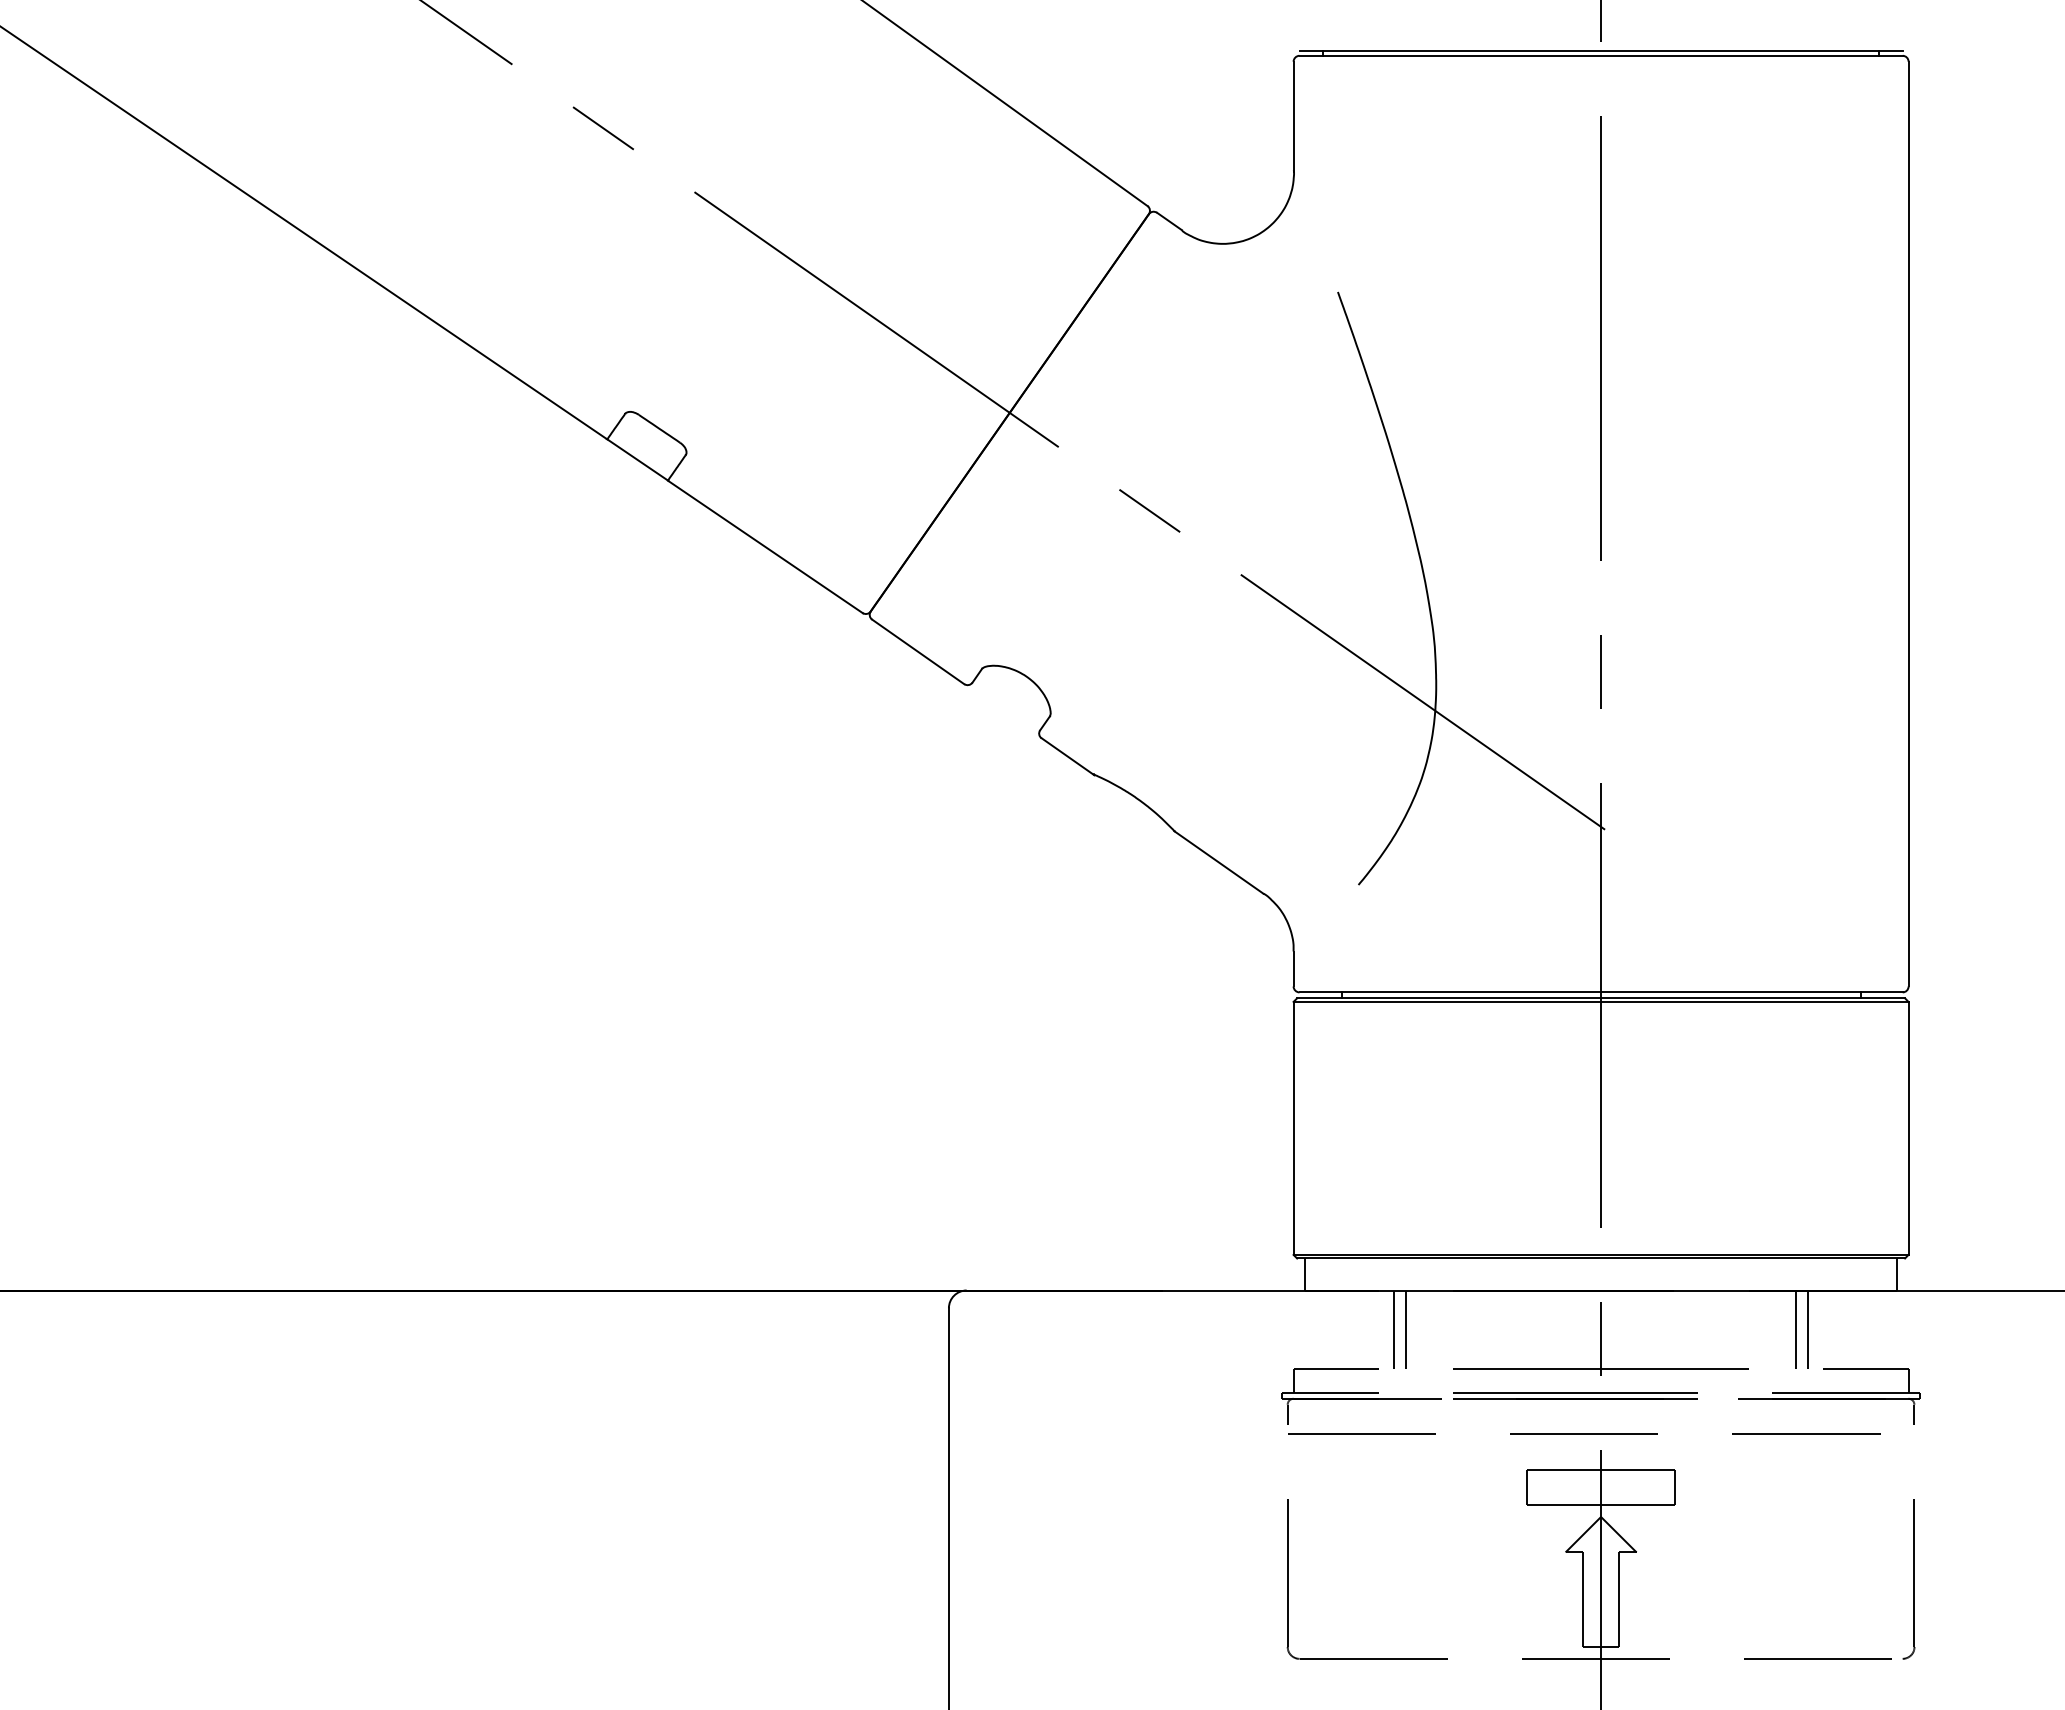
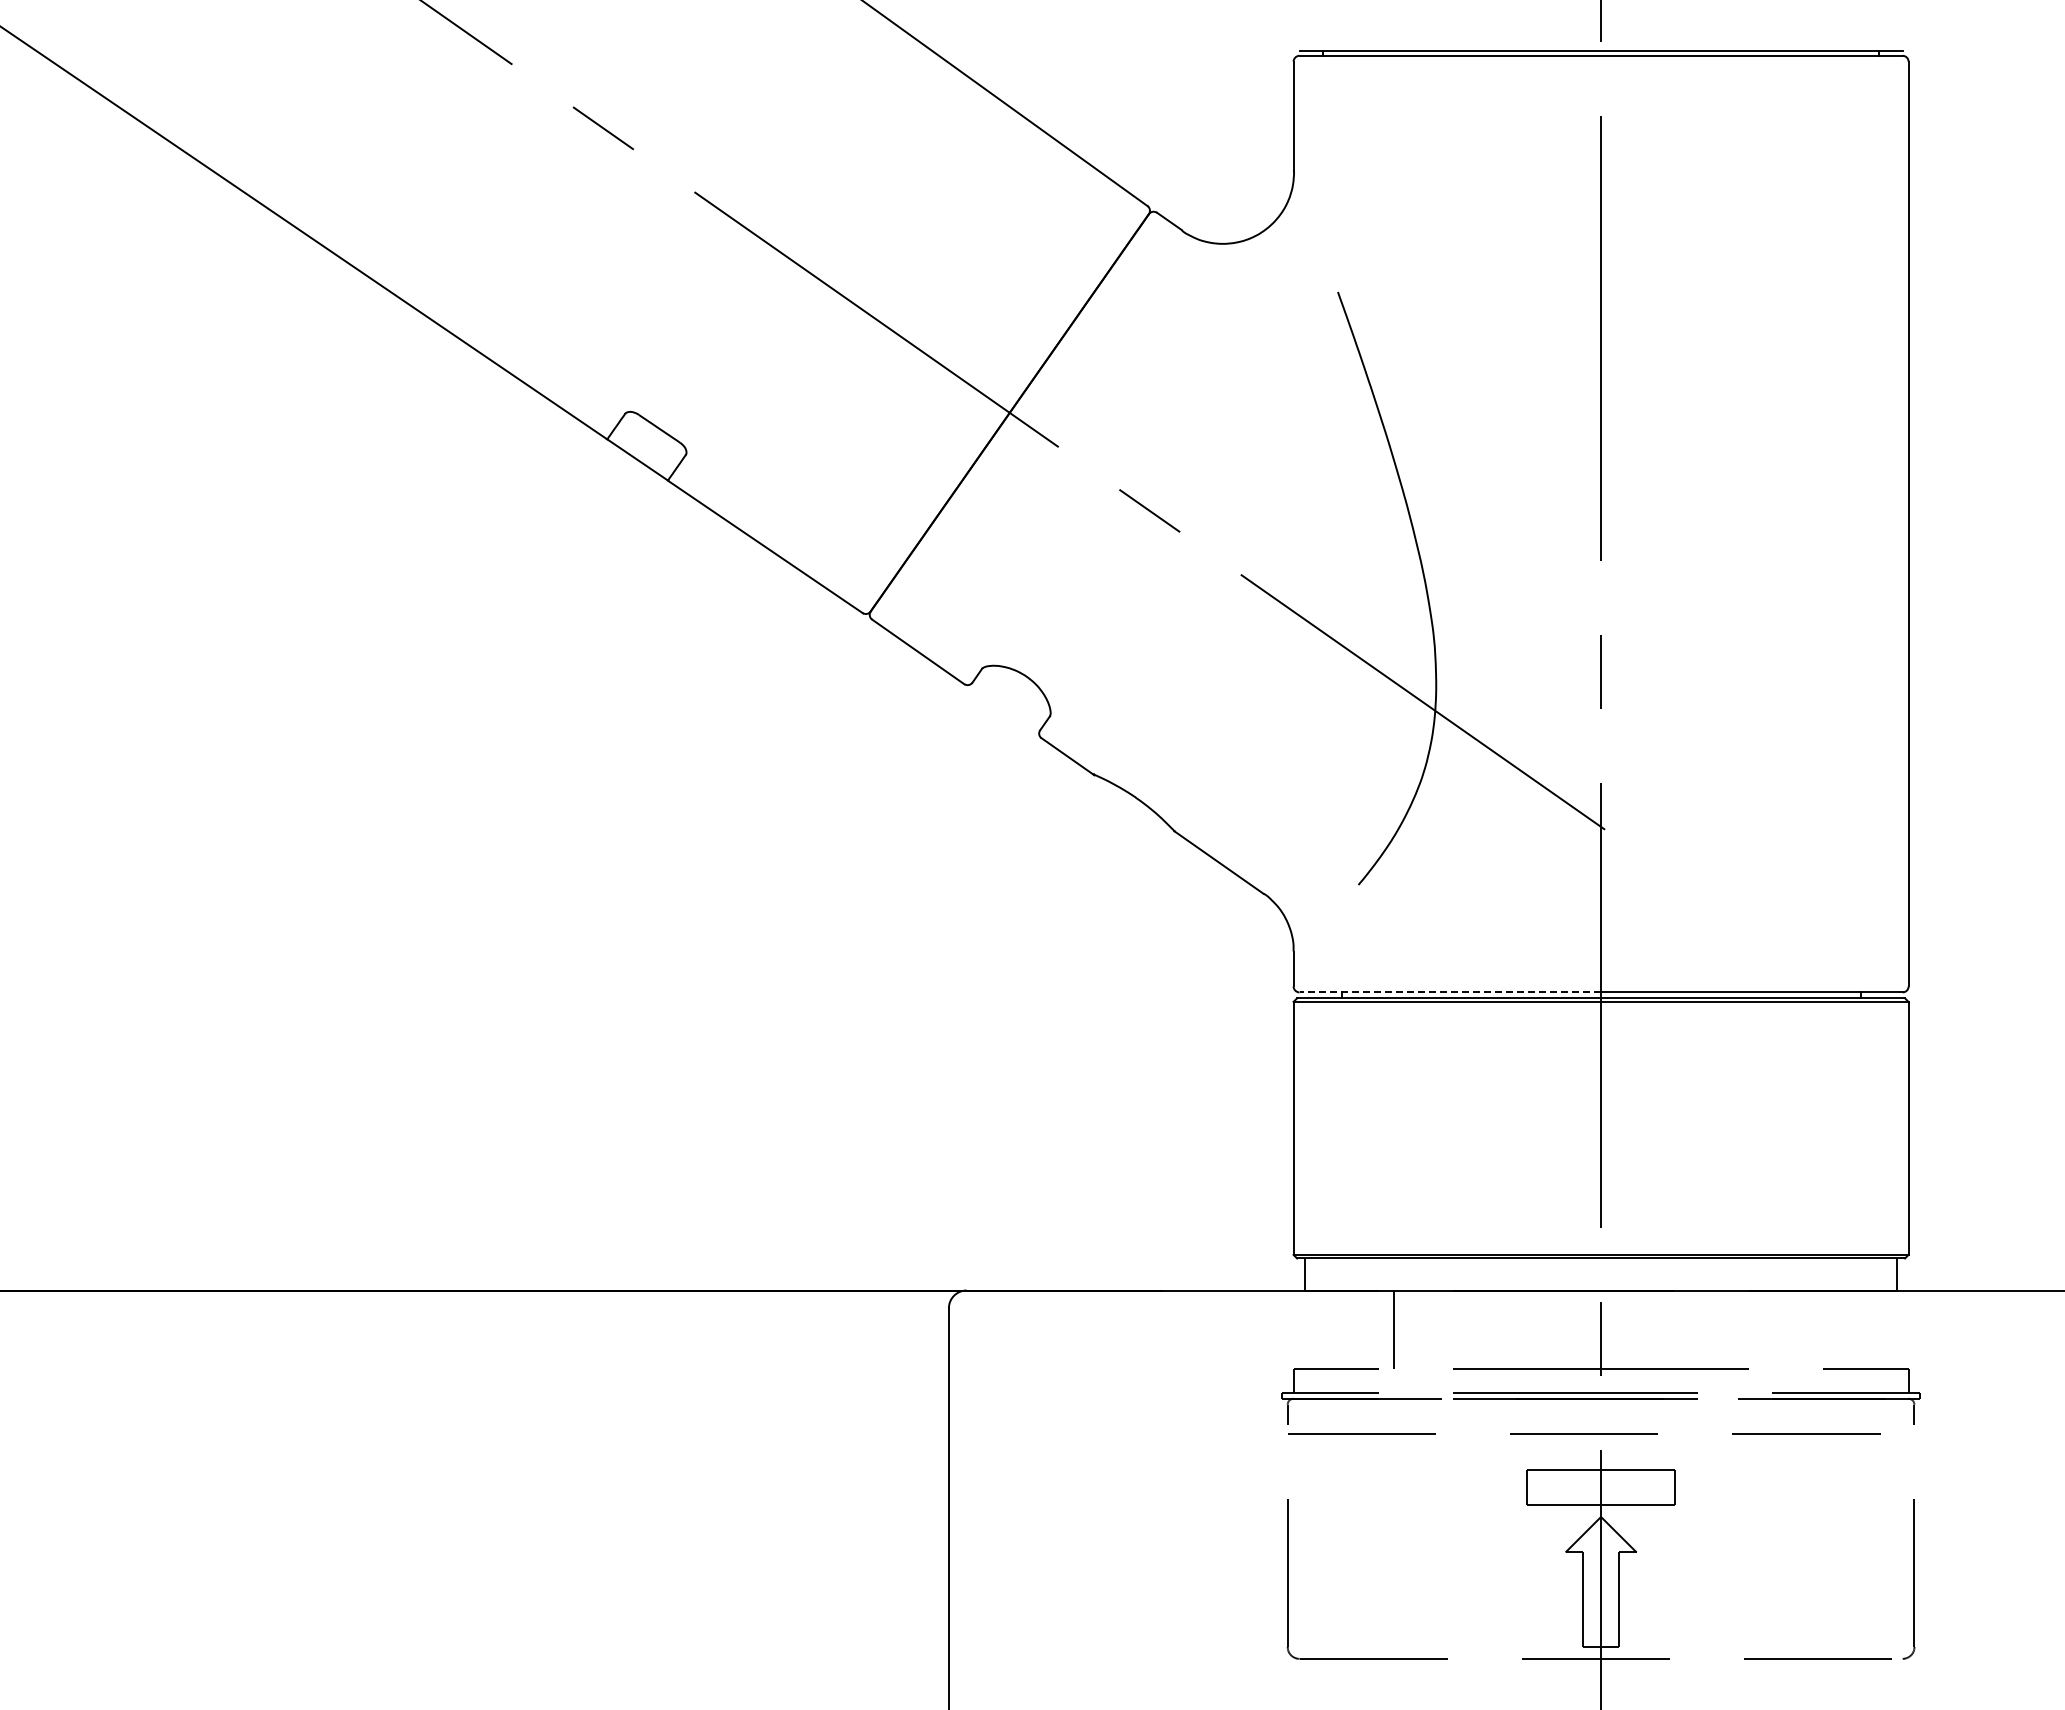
line at (1450, 992): solid -> dashed
line at (1406, 1329): present -> none
line at (1795, 1329): present -> none
line at (1808, 1329): present -> none
